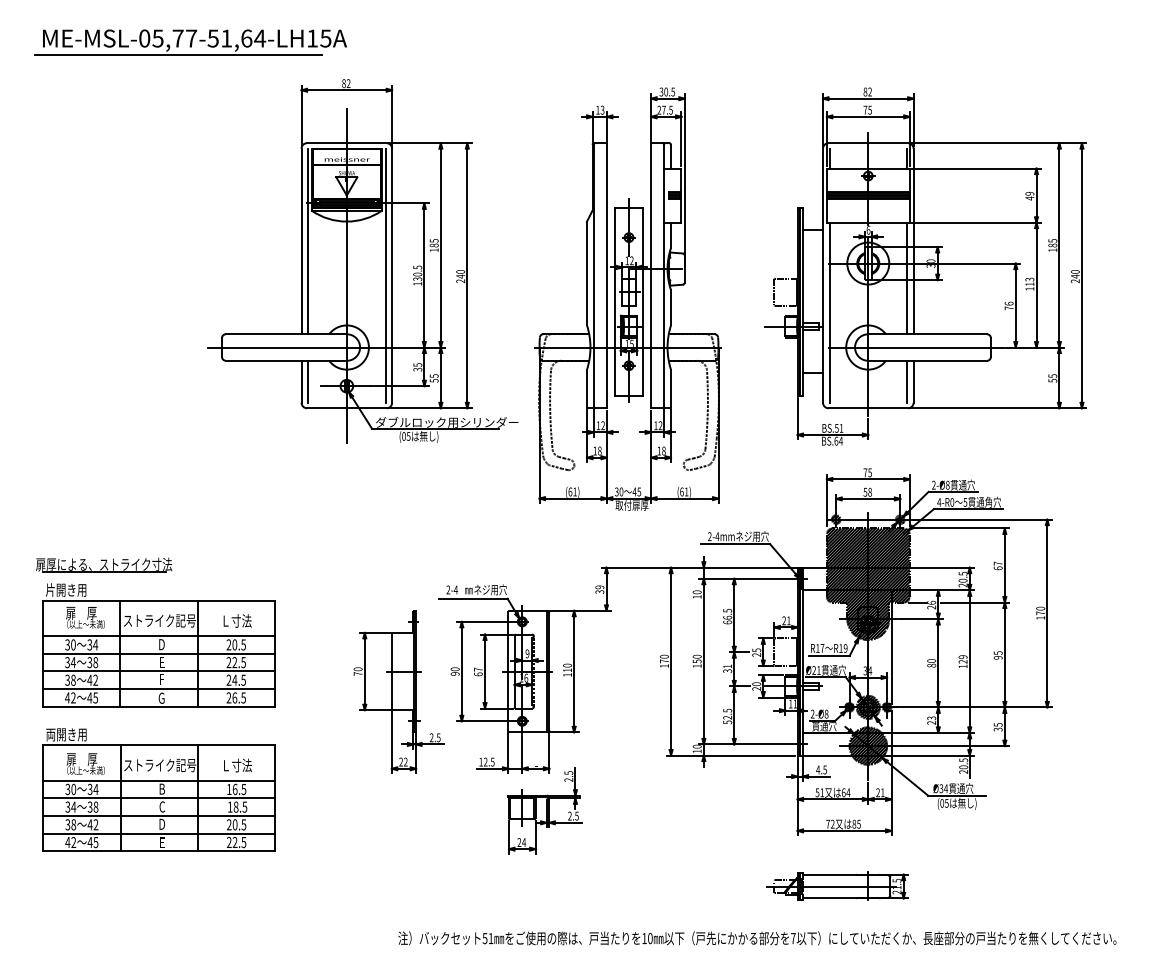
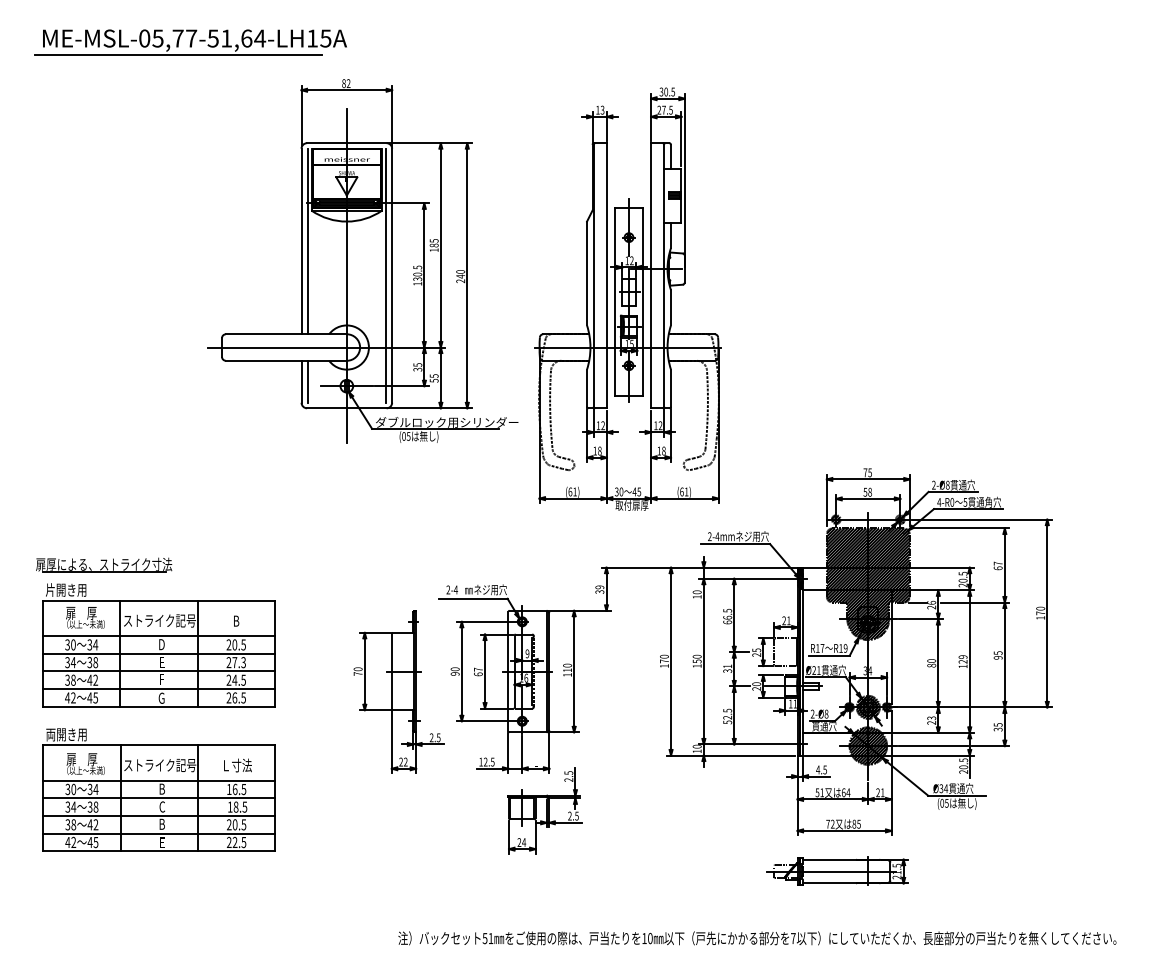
part at (925, 266): present -> none
text at (237, 620): Ｌ寸法 -> B
text at (238, 662): 22.5 -> 27.3
text at (161, 824): D -> B
part at (837, 885) position: (837, 885) -> (837, 870)
